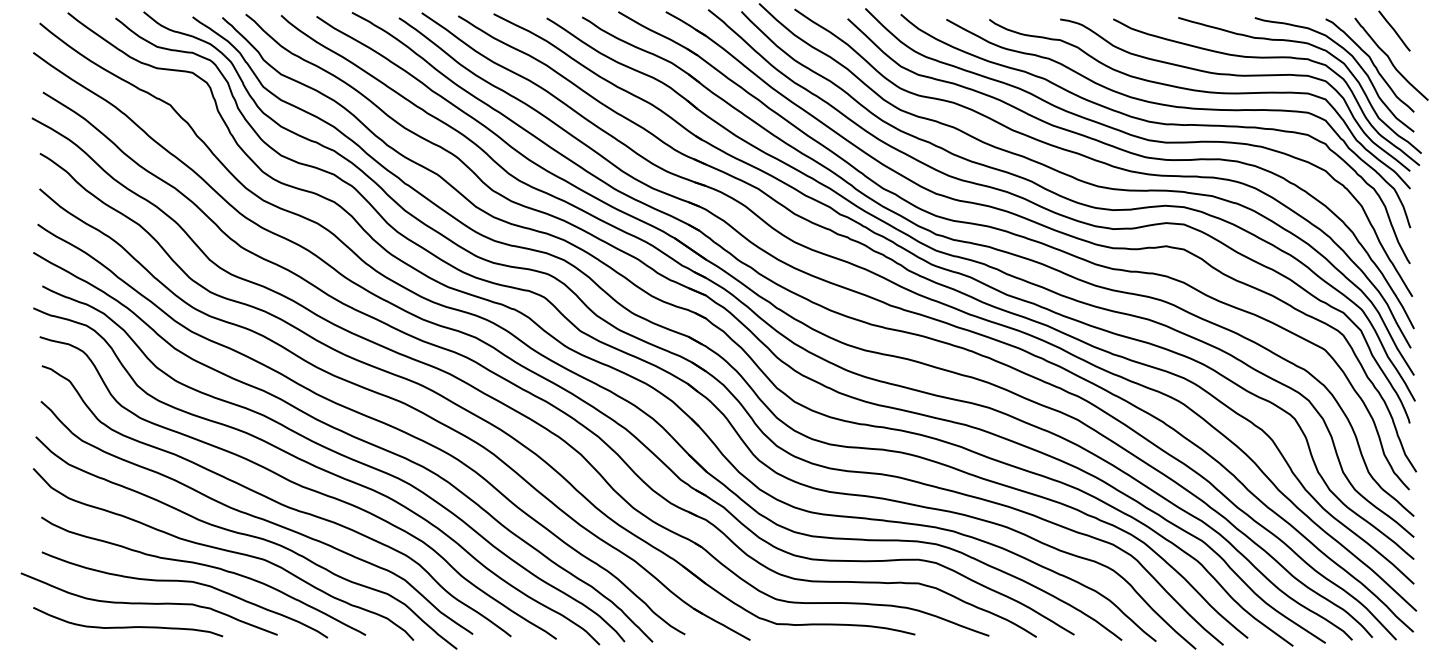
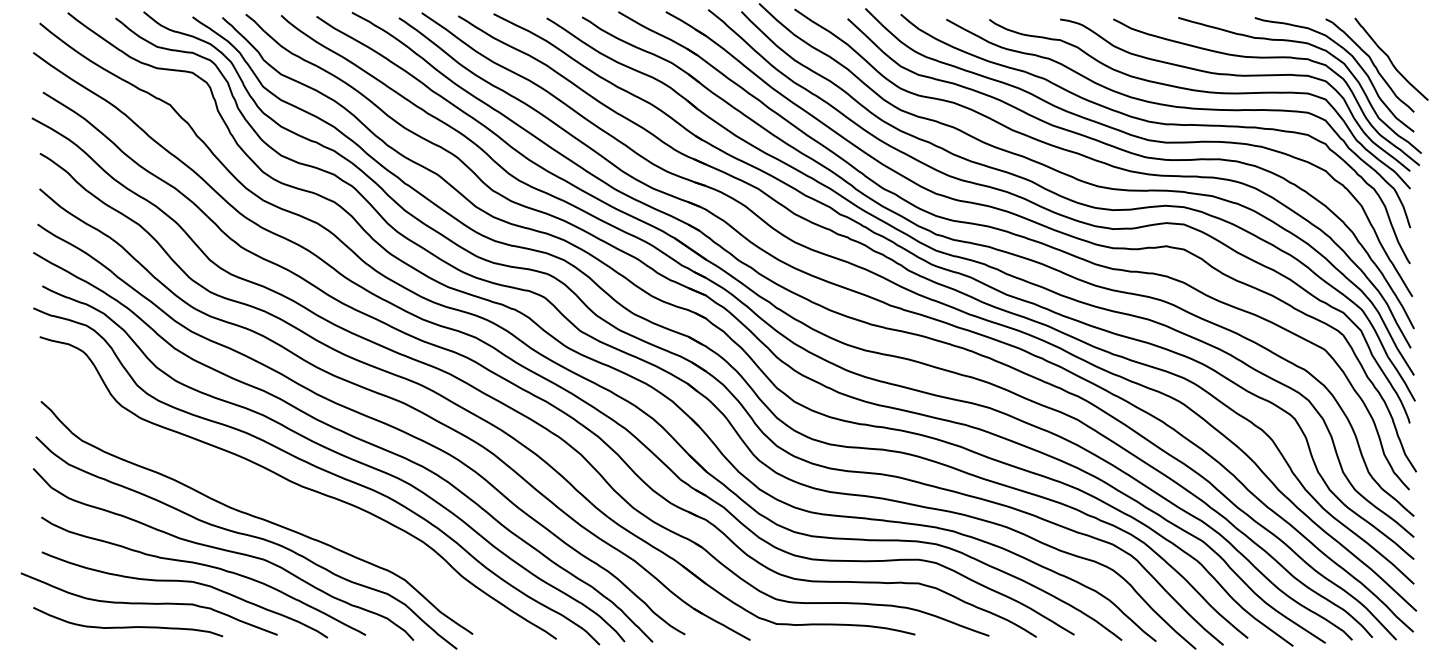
line at (1394, 30): present -> none
curve at (276, 501): present -> none
